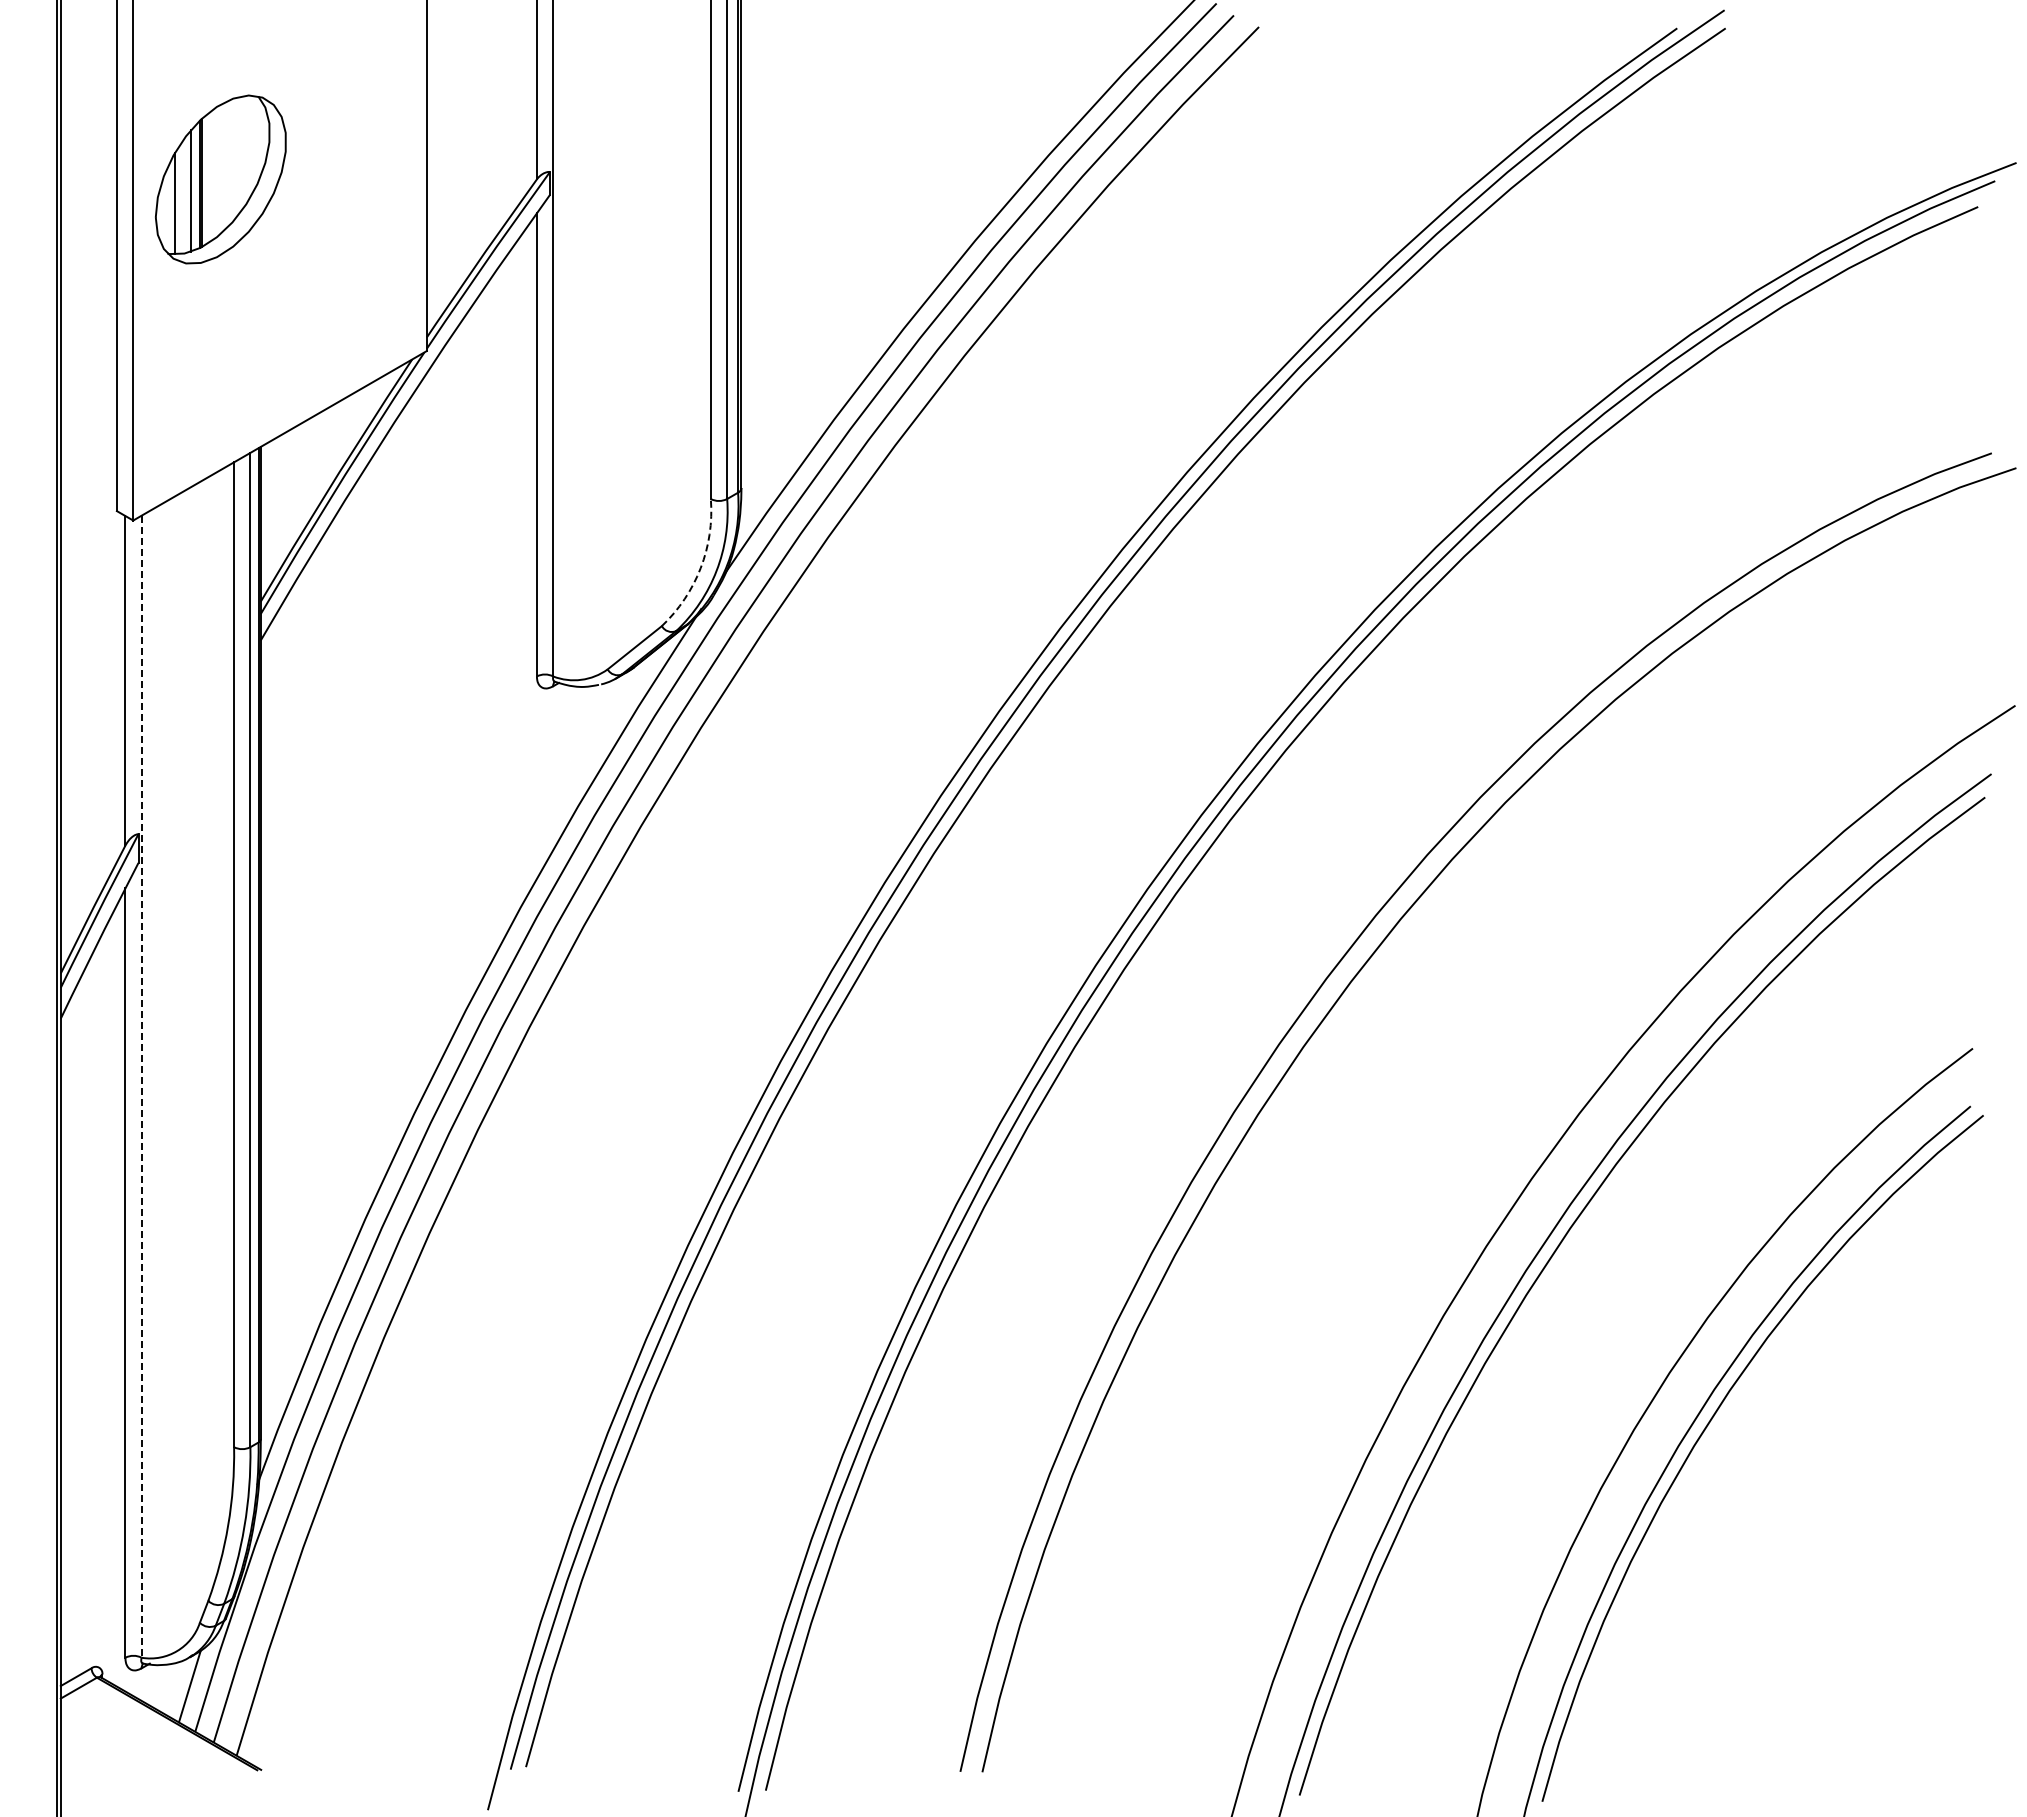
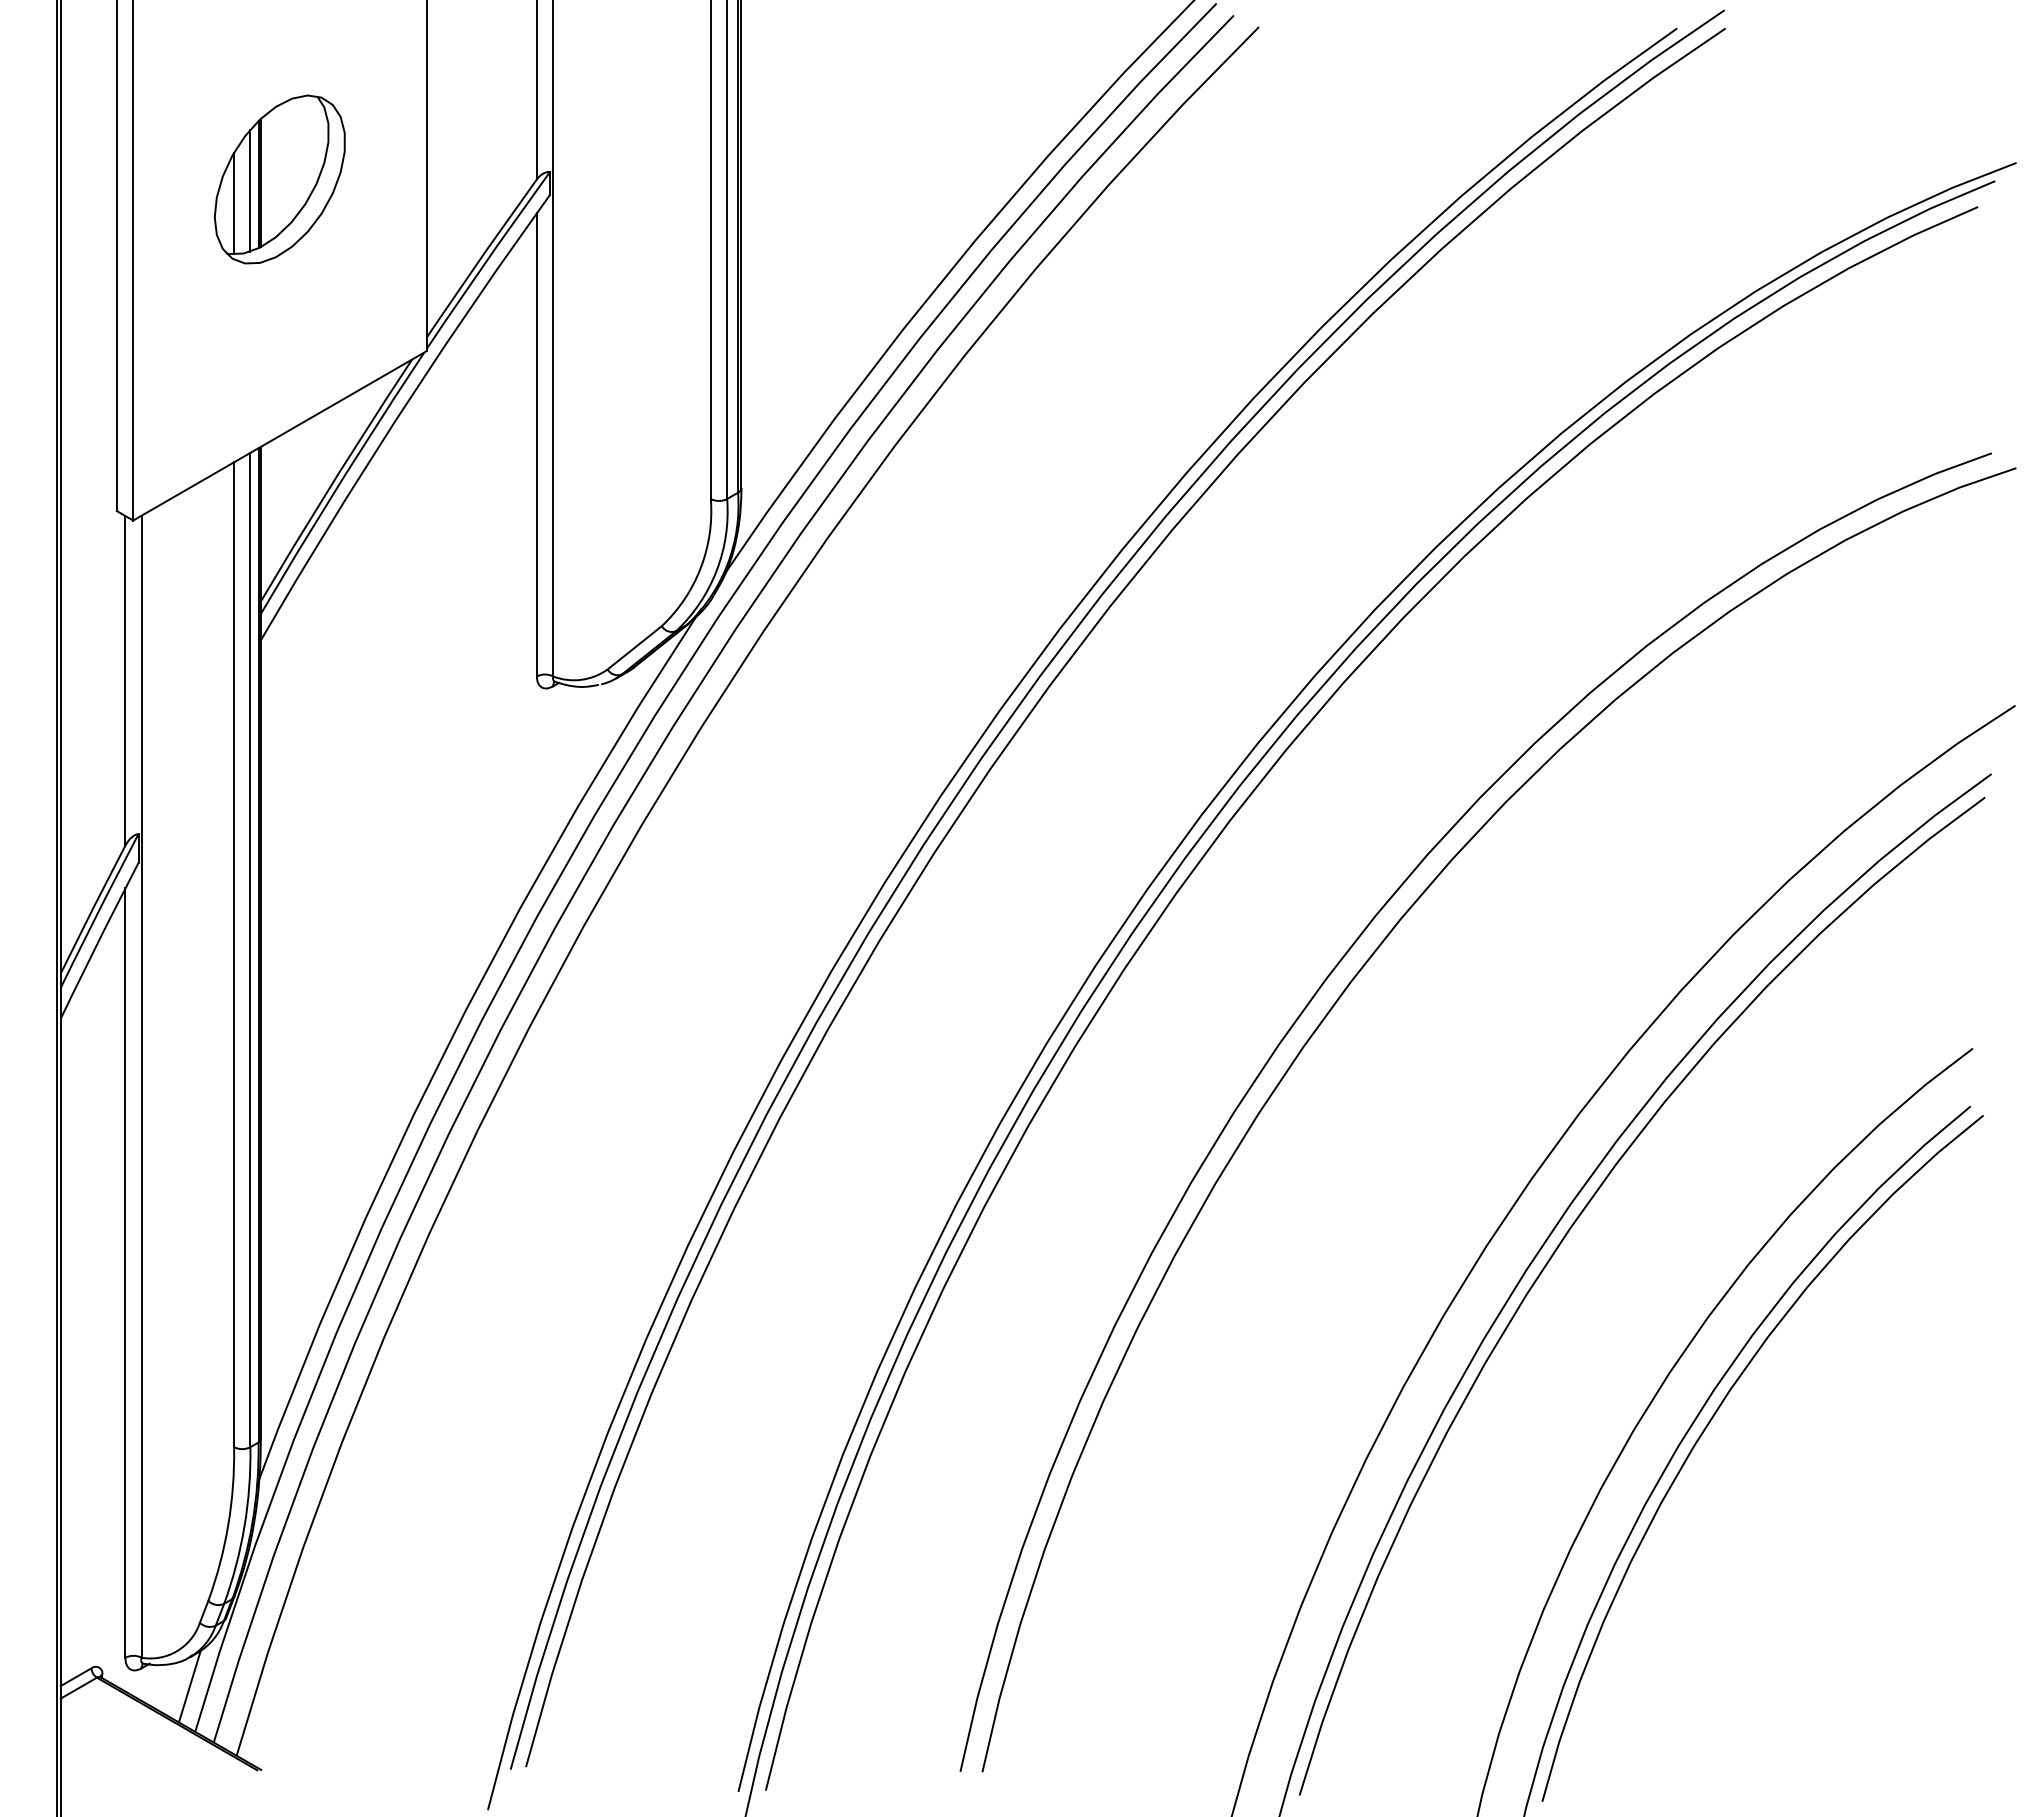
part at (220, 179) position: (220, 179) -> (279, 179)
arc at (700, 568): dashed -> solid
line at (141, 1087): dashed -> solid
